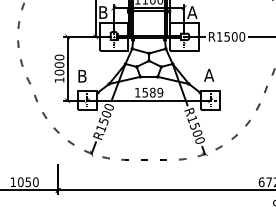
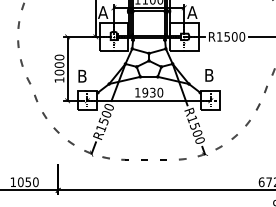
text at (103, 12): B -> A
text at (209, 75): A -> B
text at (152, 92): 1589 -> 1930
